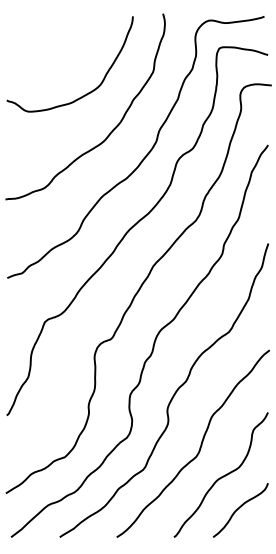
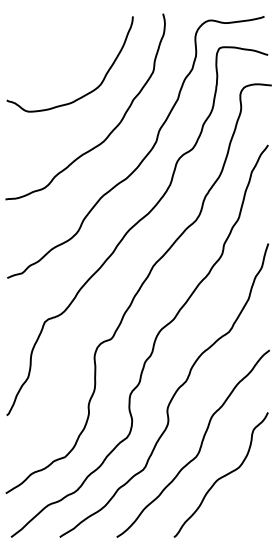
curve at (239, 508): present -> none
